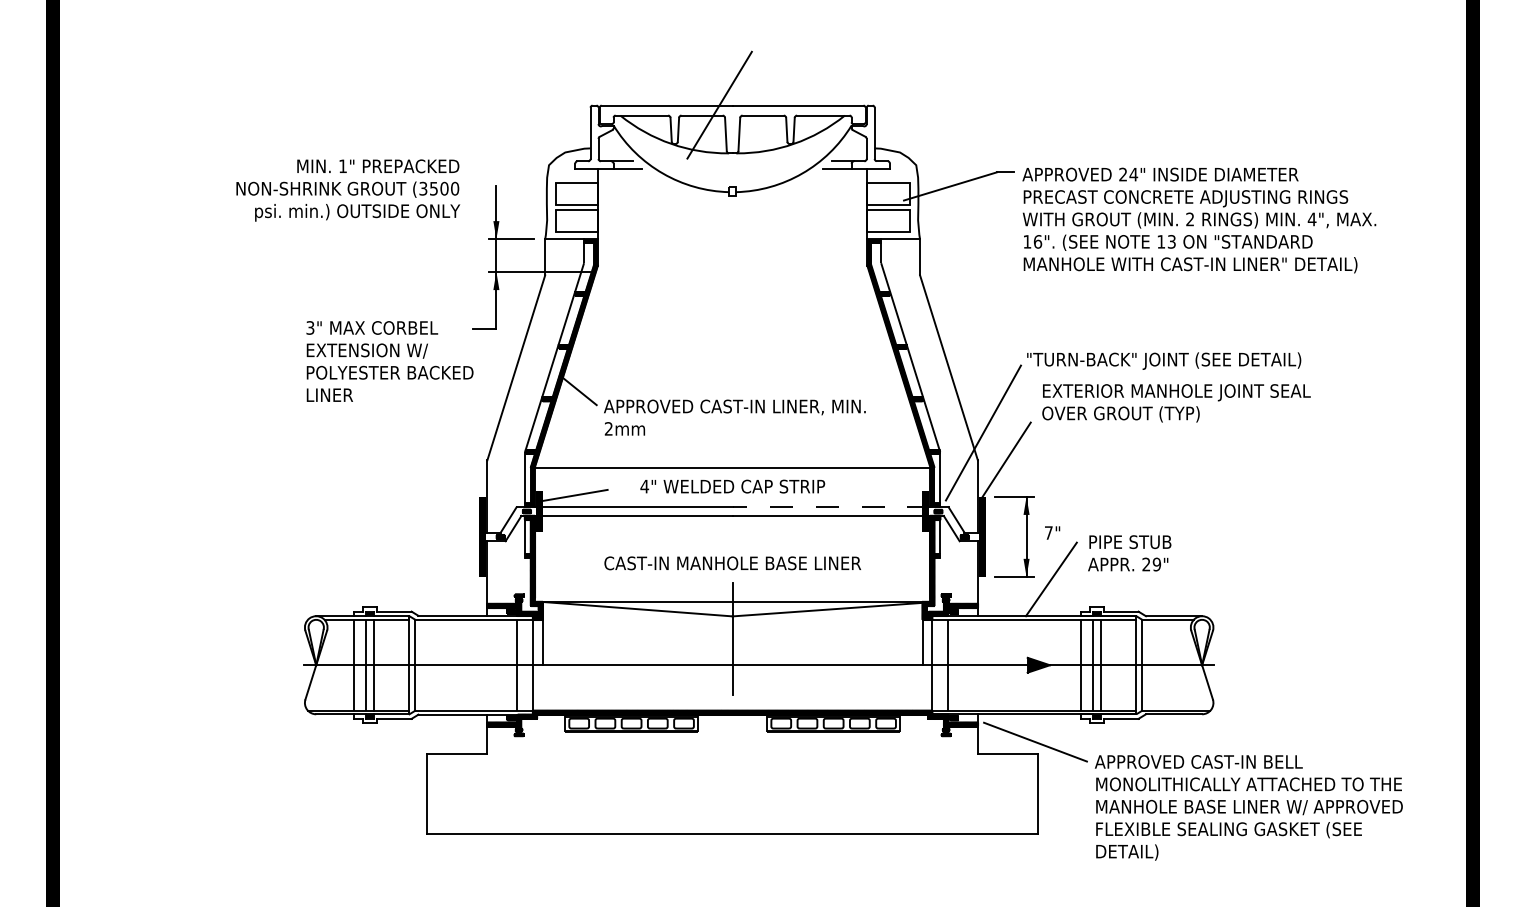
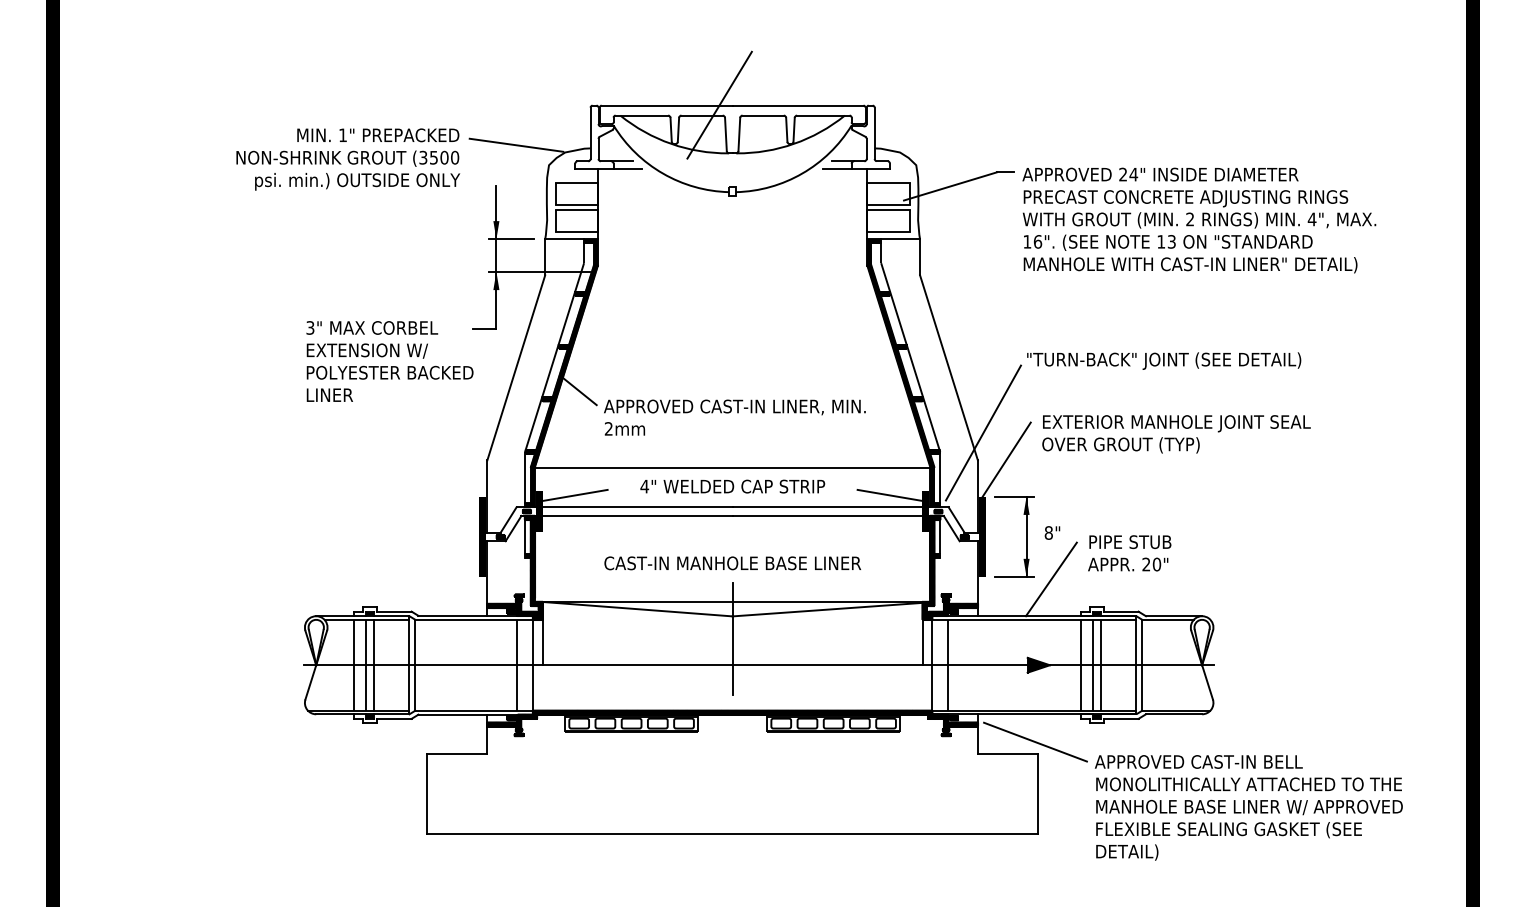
line at (516, 144): none -> present
text at (348, 190) position: (348, 190) -> (348, 159)
text at (1176, 403) position: (1176, 403) -> (1176, 434)
line at (891, 495): none -> present
line at (831, 507): dashed -> solid
text at (1048, 532): 7" -> 8"
text at (1156, 564): 29" -> 20"
